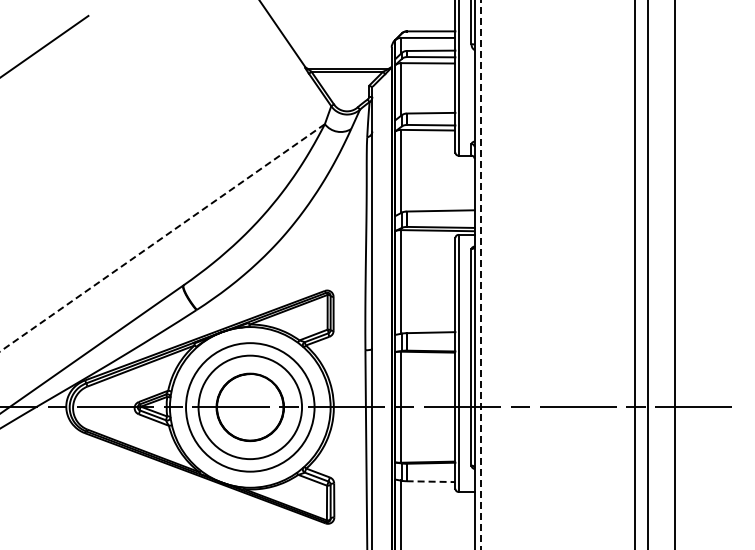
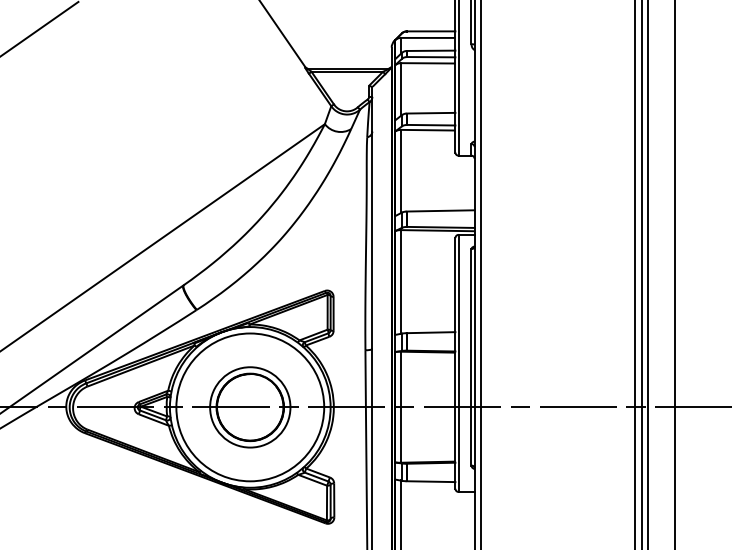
line at (45, 45) position: (45, 45) -> (39, 28)
line at (162, 237): dashed -> solid
line at (641, 274): none -> present
line at (481, 275): dashed -> solid
circle at (250, 407) diameter: 103 px -> 148 px
circle at (250, 407) diameter: 129 px -> 80 px
line at (431, 481): dashed -> solid
